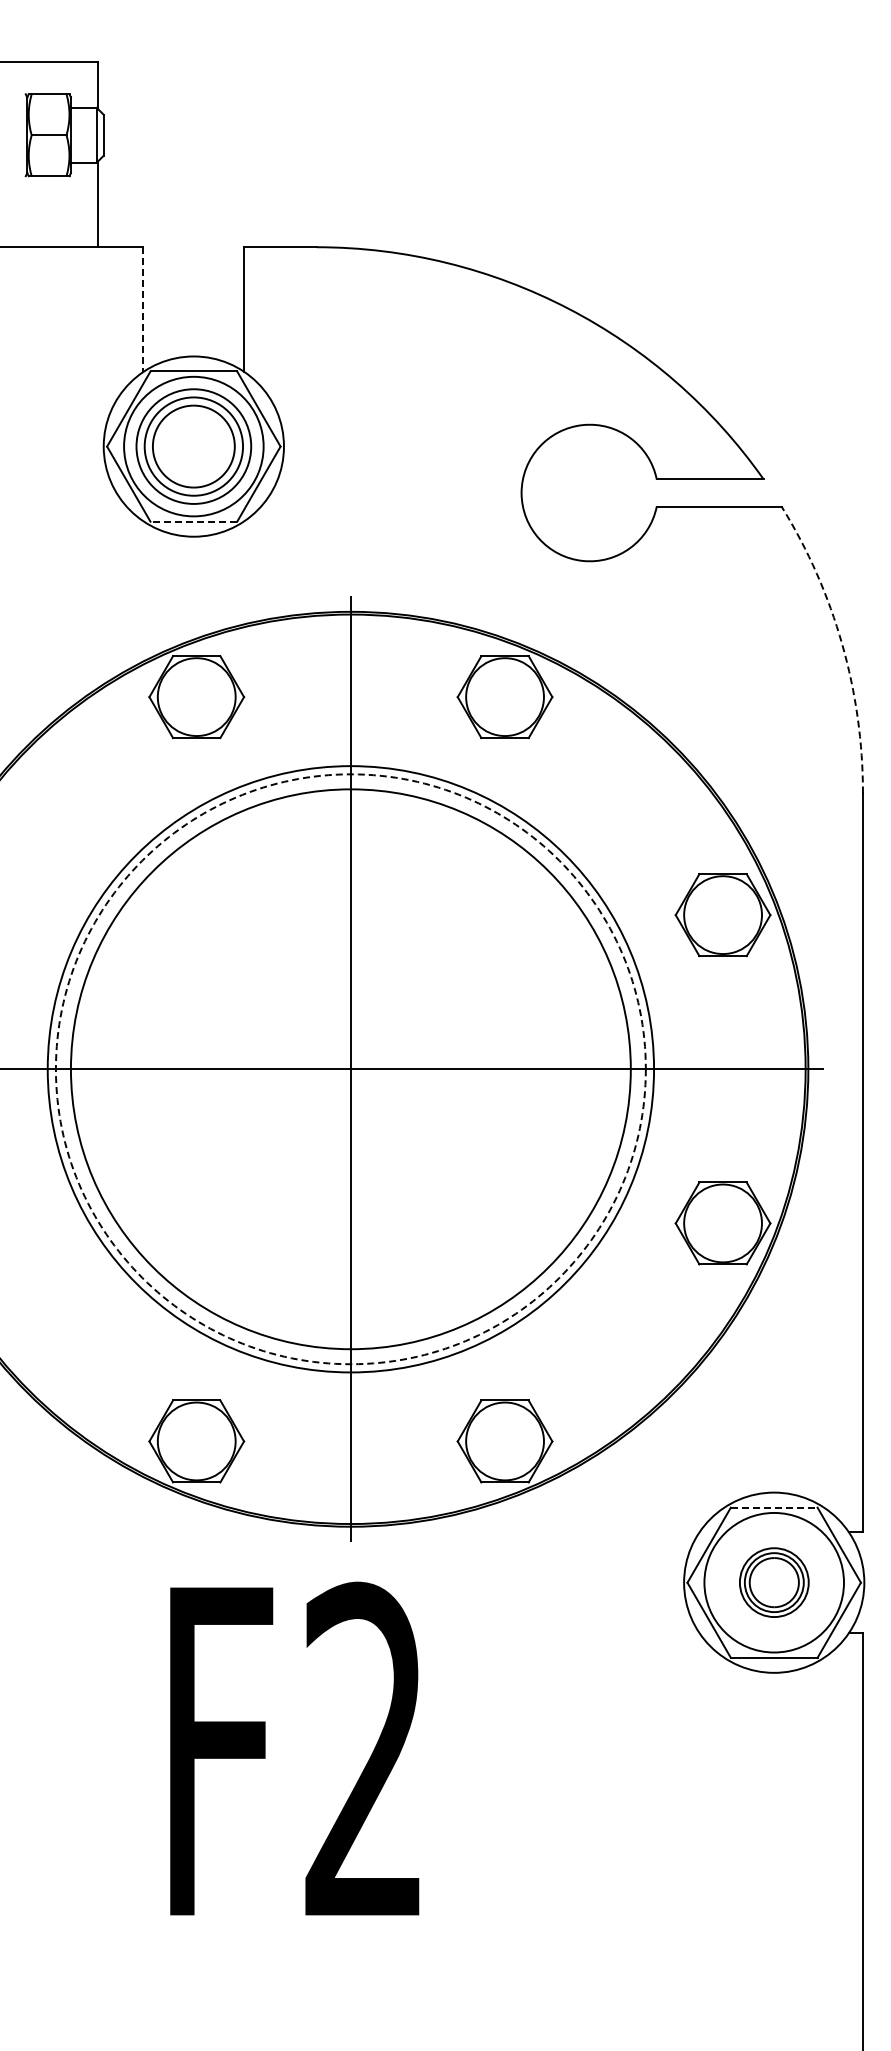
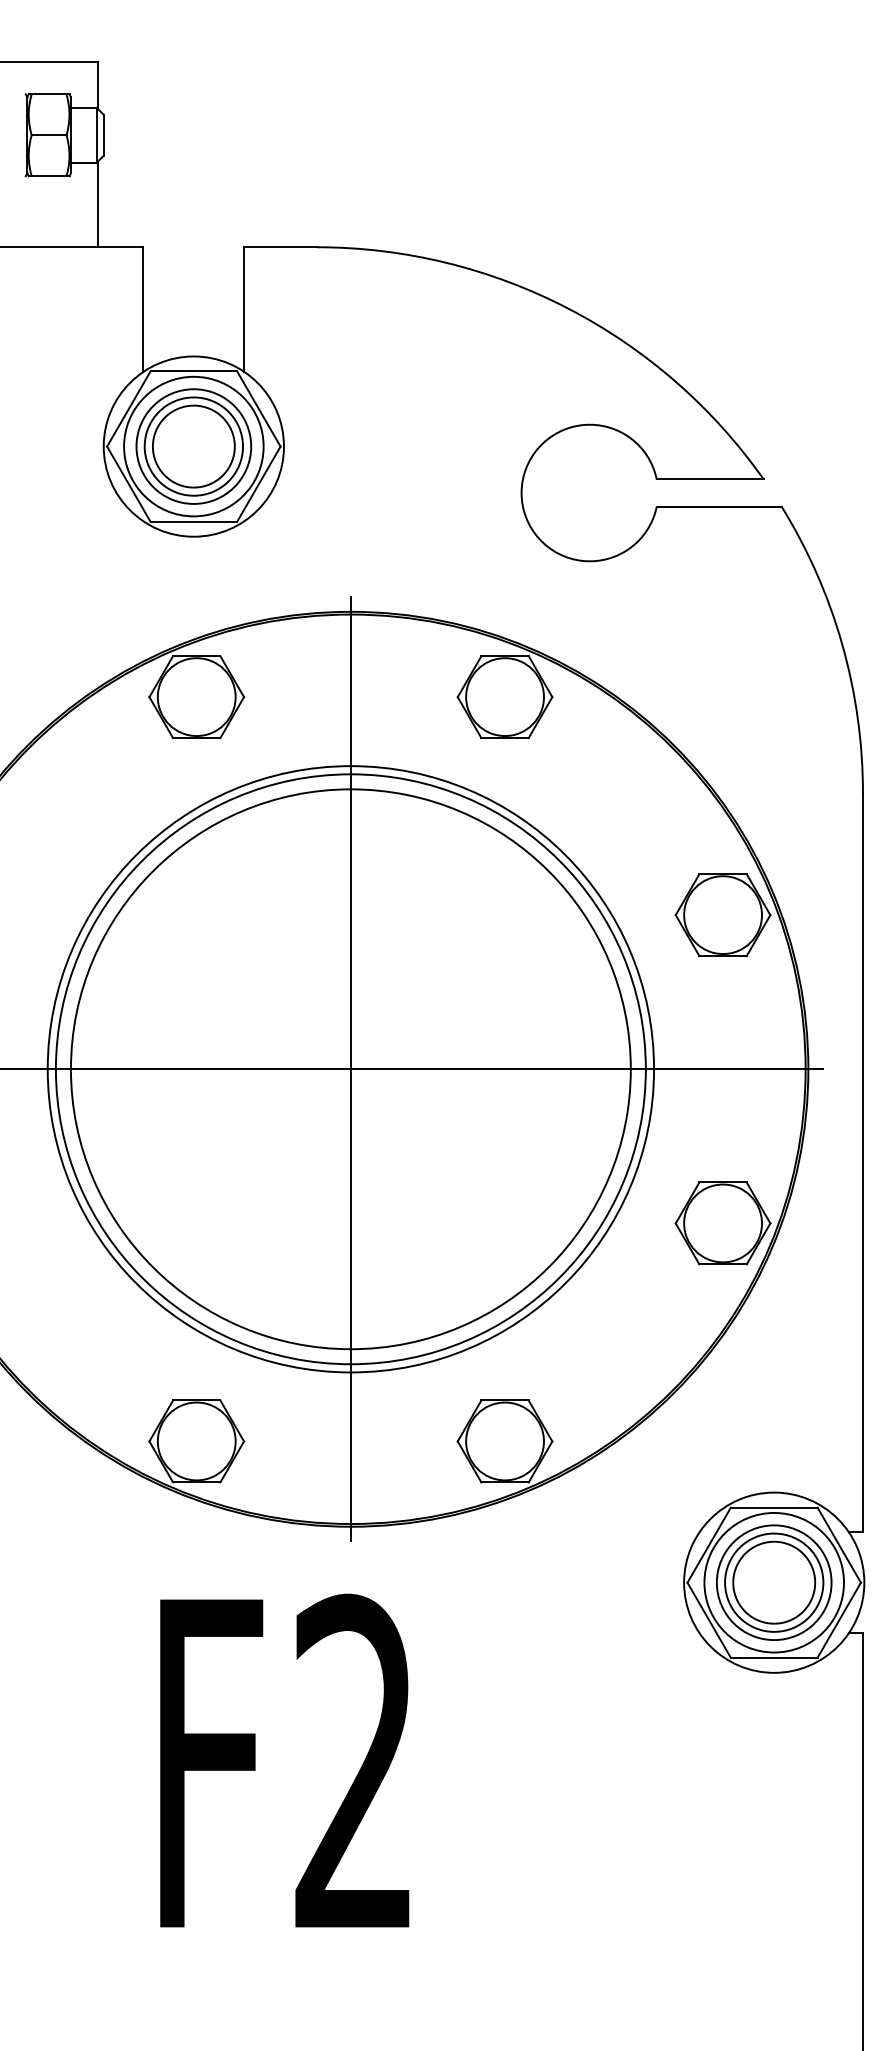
line at (143, 310): dashed -> solid
line at (193, 521): dashed -> solid
arc at (842, 644): dashed -> solid
circle at (350, 1069): dashed -> solid
line at (774, 1507): dashed -> solid
part at (774, 1582) size: 71x71 px -> 117x117 px
text at (294, 1748) position: (294, 1748) -> (284, 1760)
